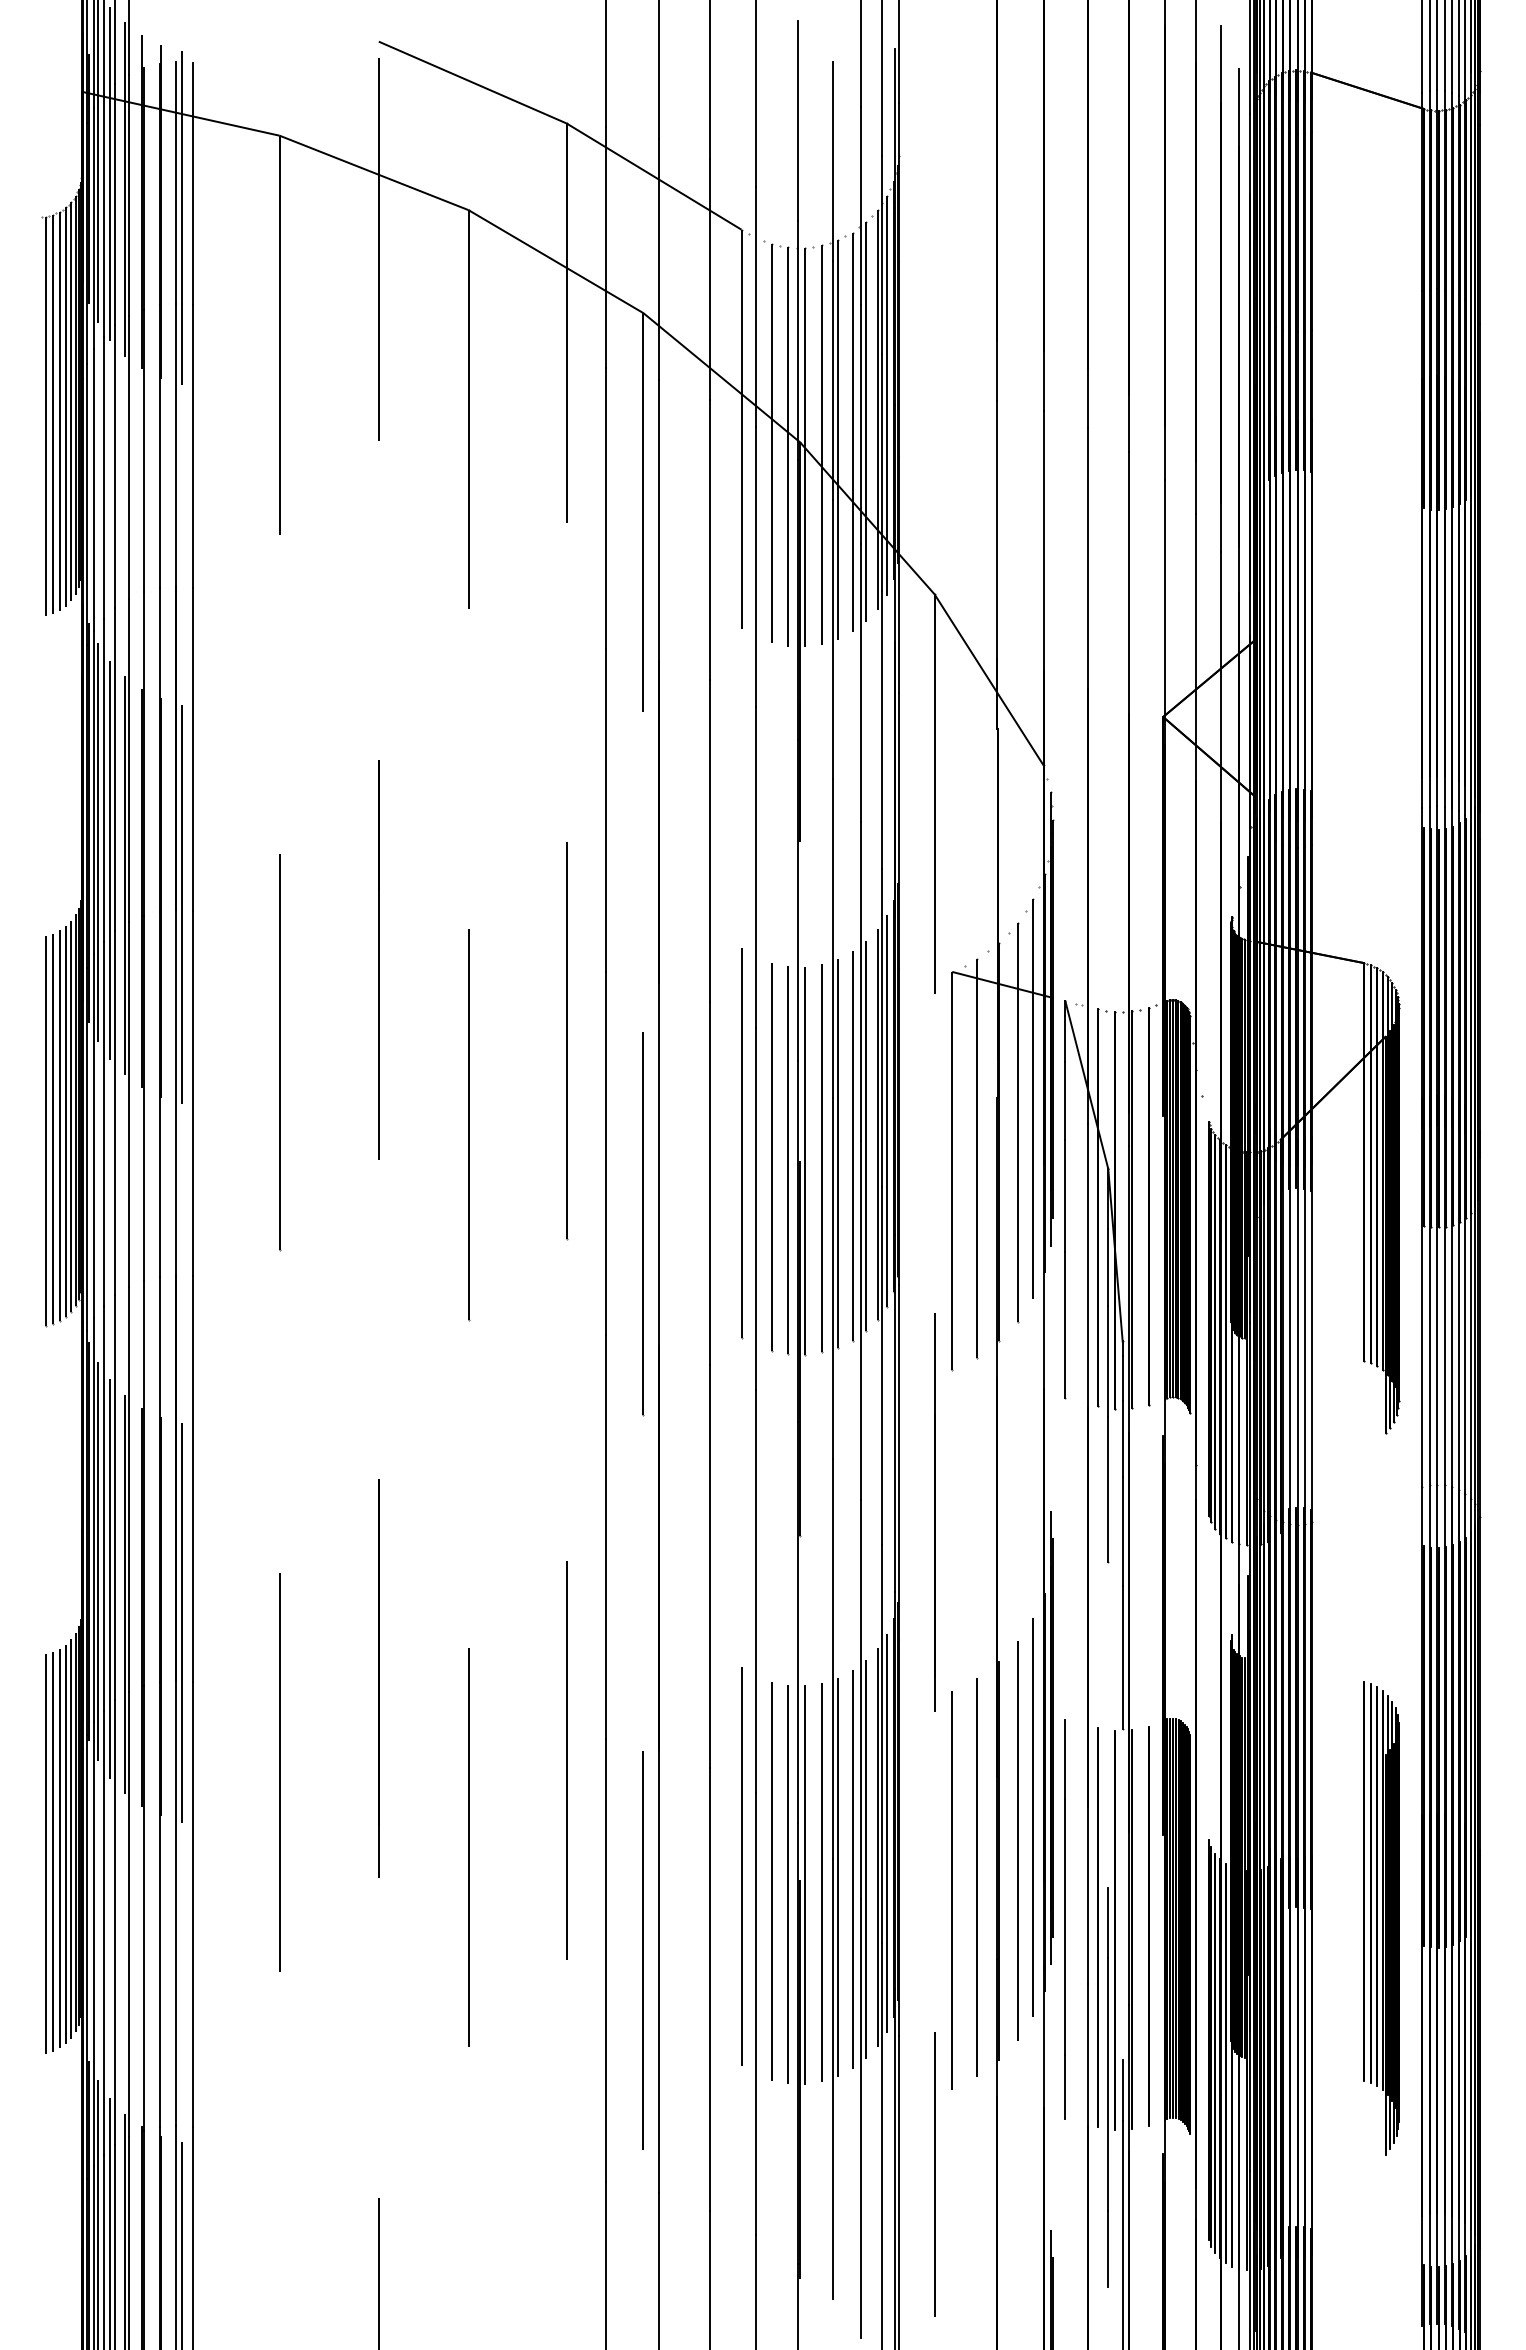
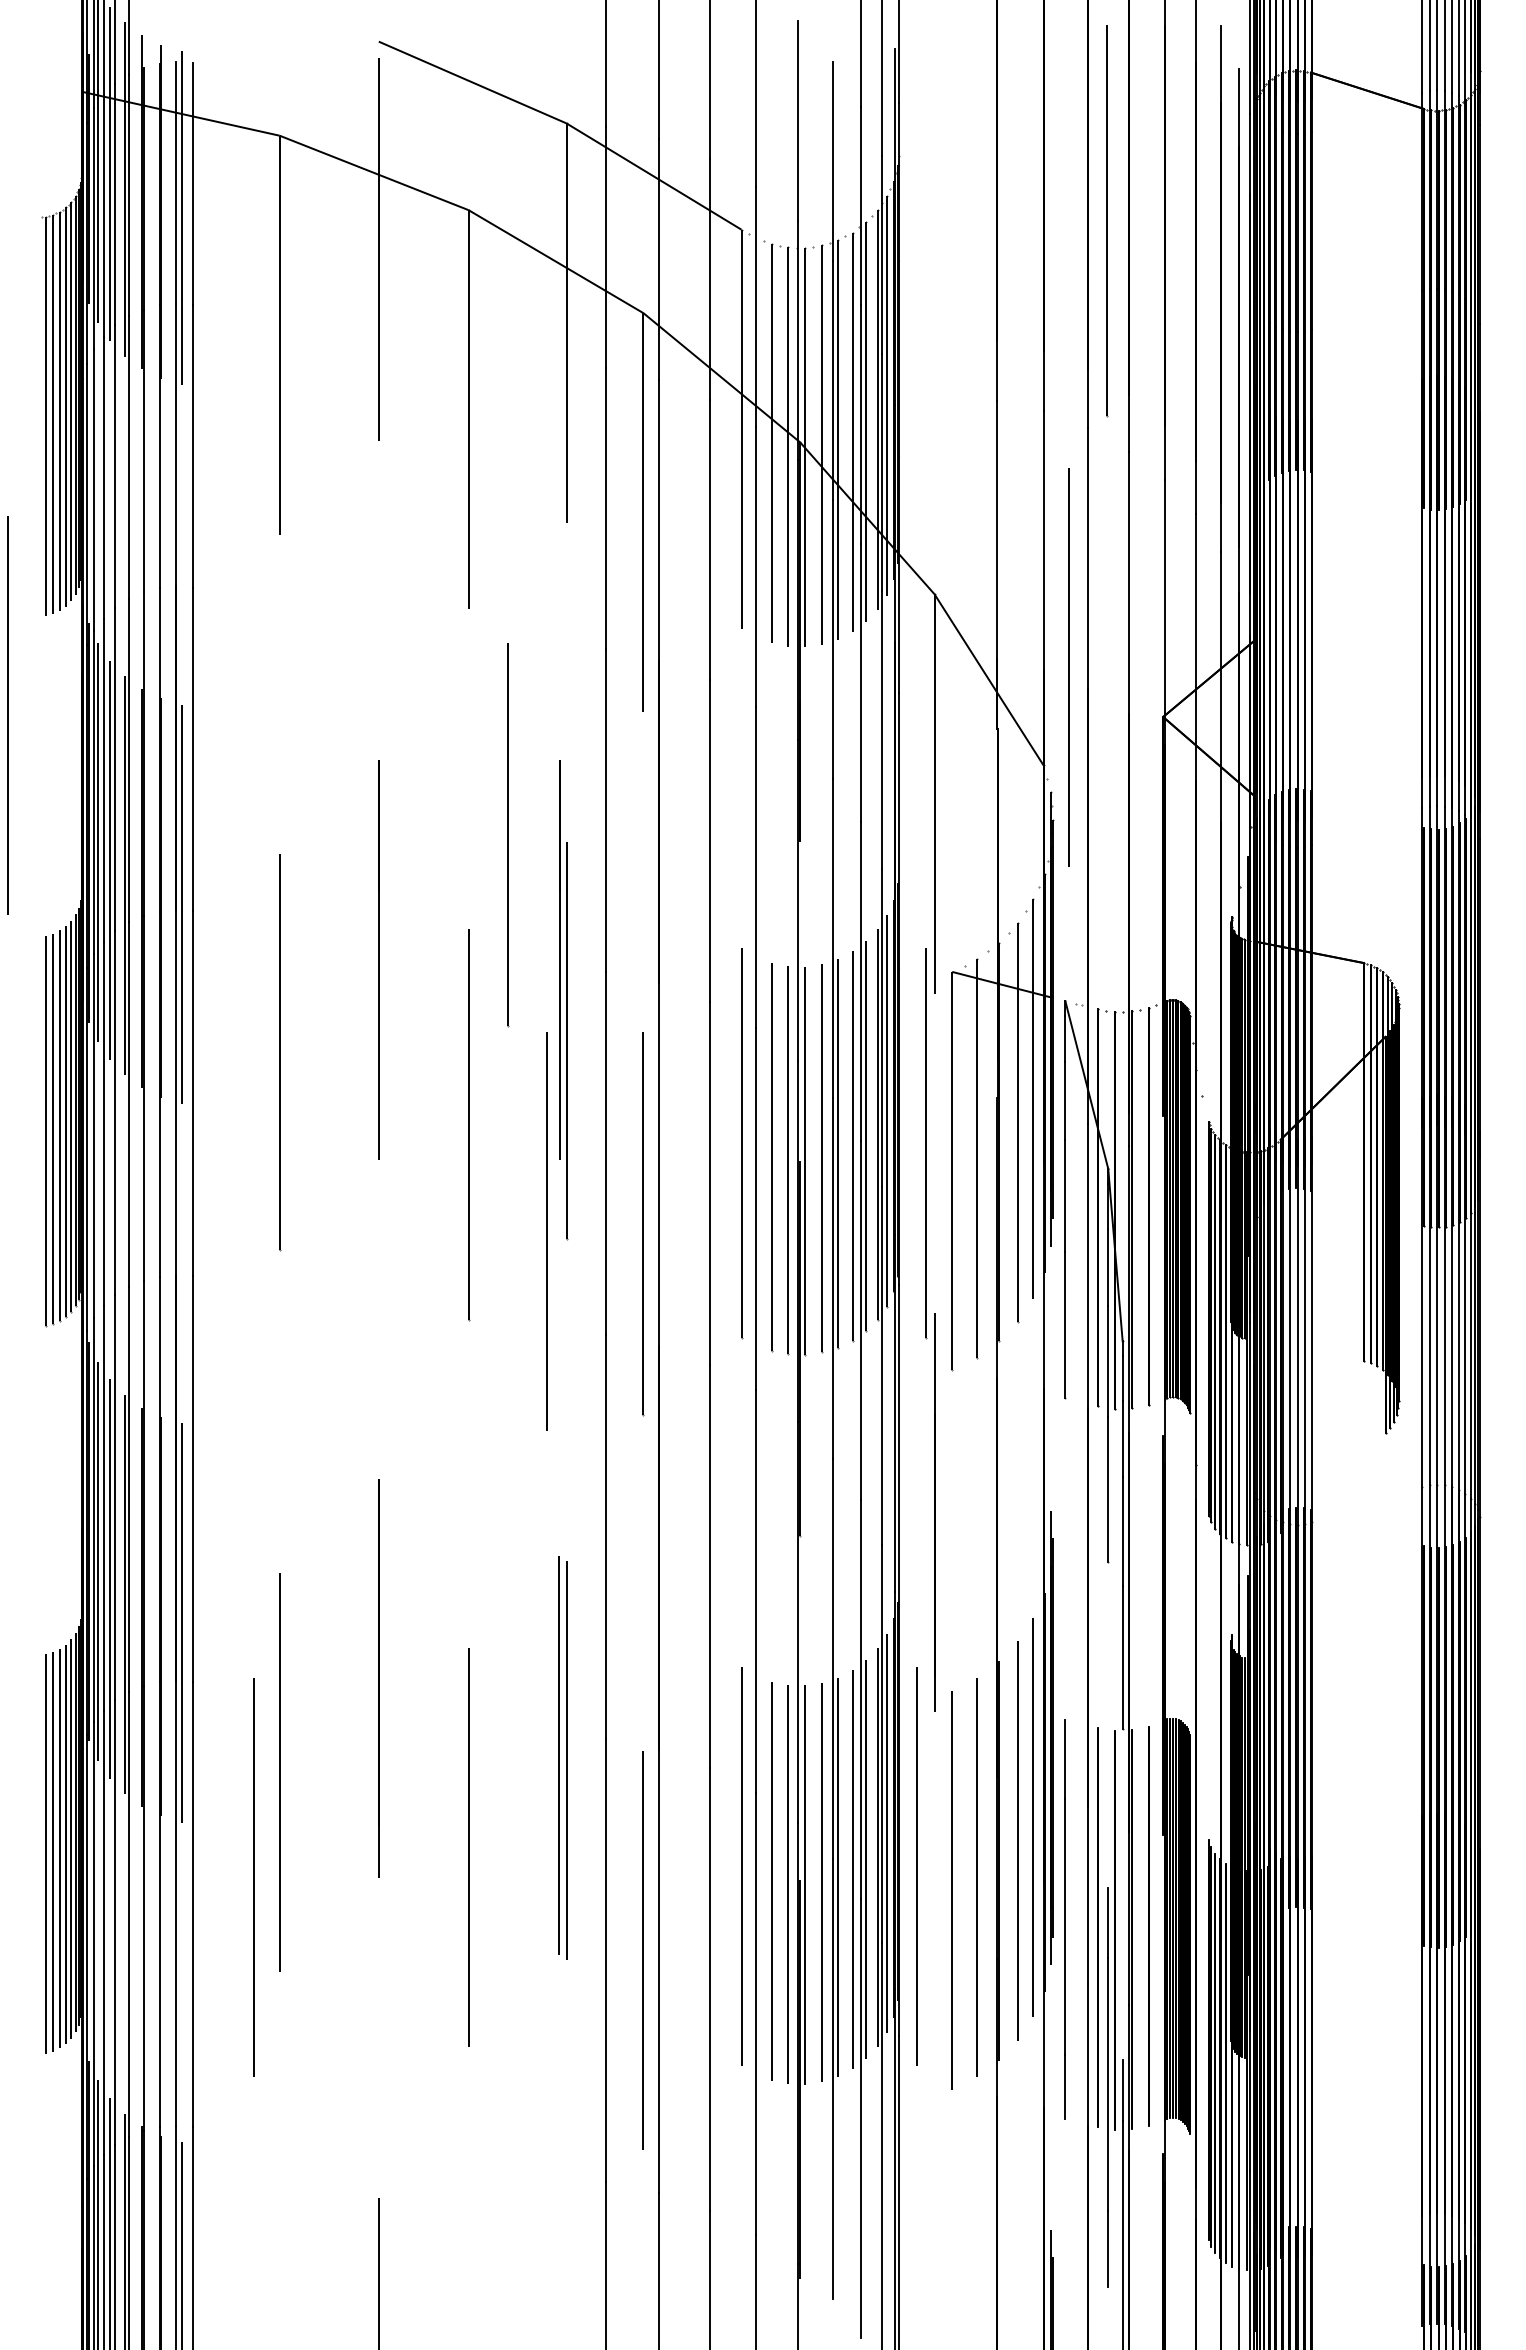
line at (1107, 221): none -> present
line at (1068, 667): none -> present
line at (7, 715): none -> present
line at (508, 835): none -> present
line at (559, 959): none -> present
line at (926, 1143): none -> present
line at (546, 1231): none -> present
line at (558, 1755): none -> present
line at (916, 1866): none -> present
line at (253, 1877): none -> present
part at (1381, 1918): present -> none
line at (934, 2173): present -> none
